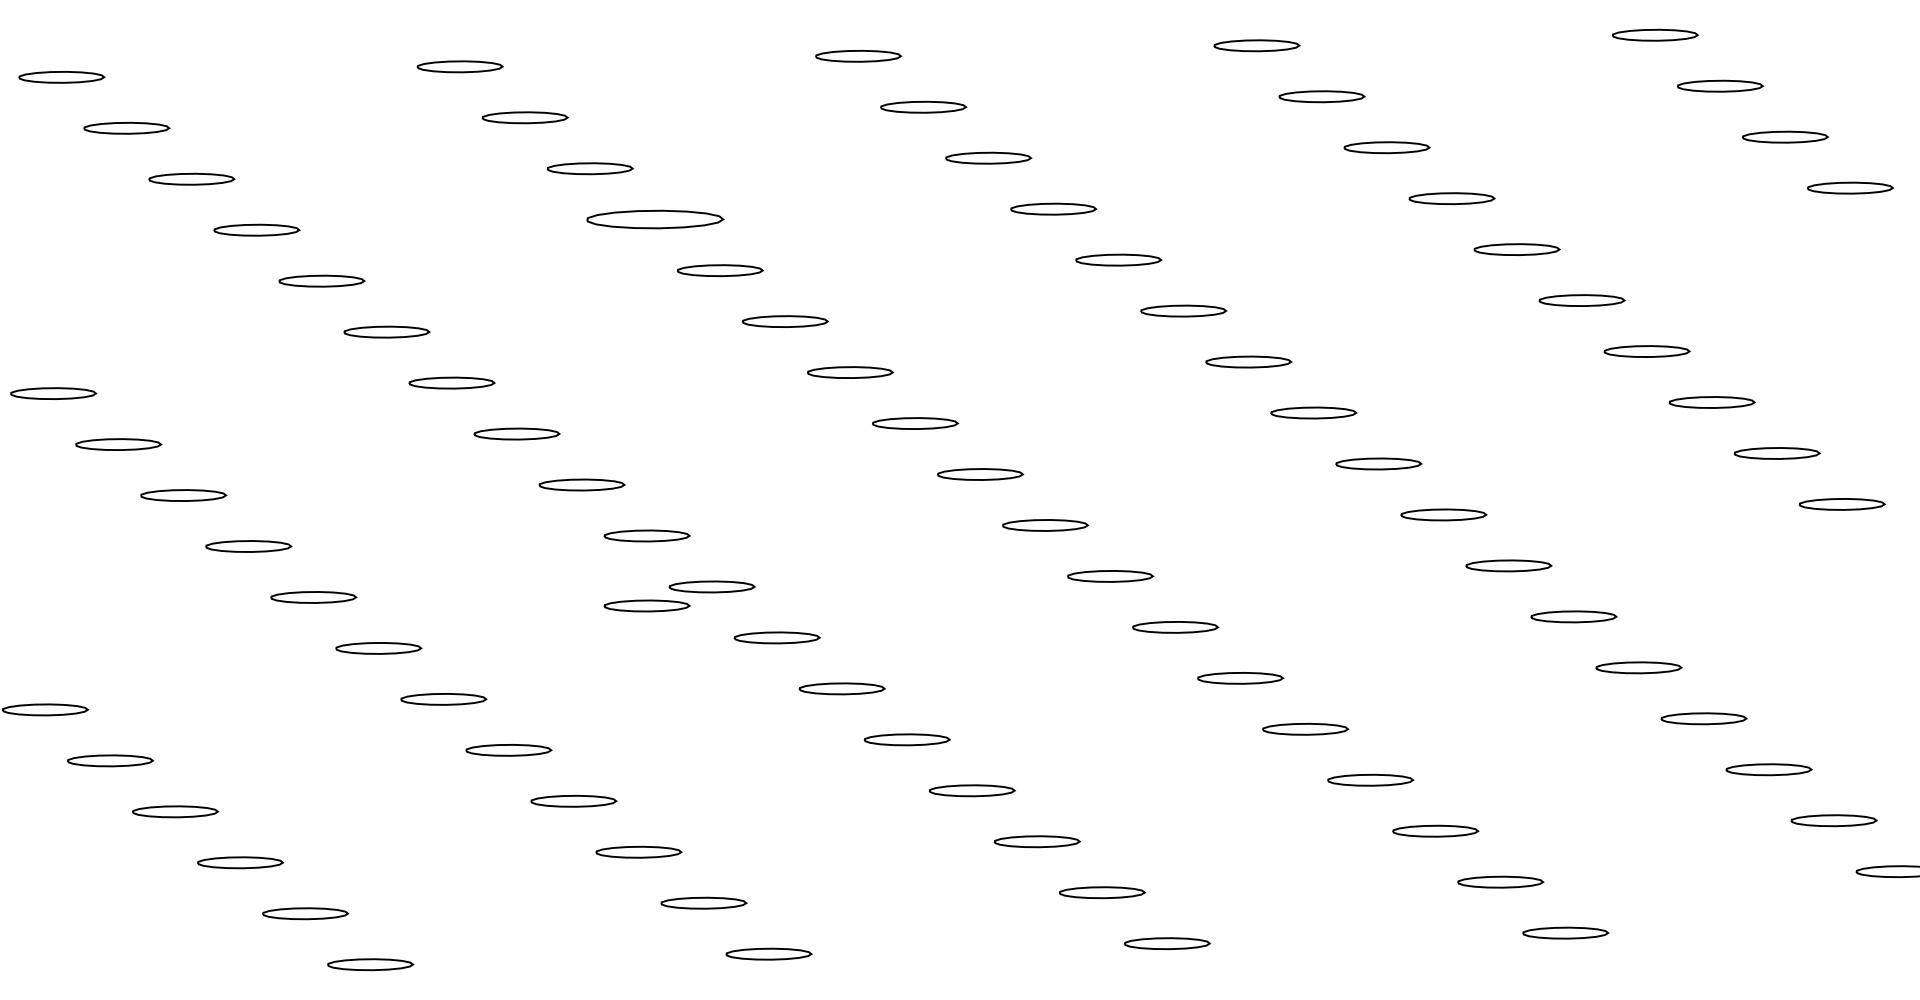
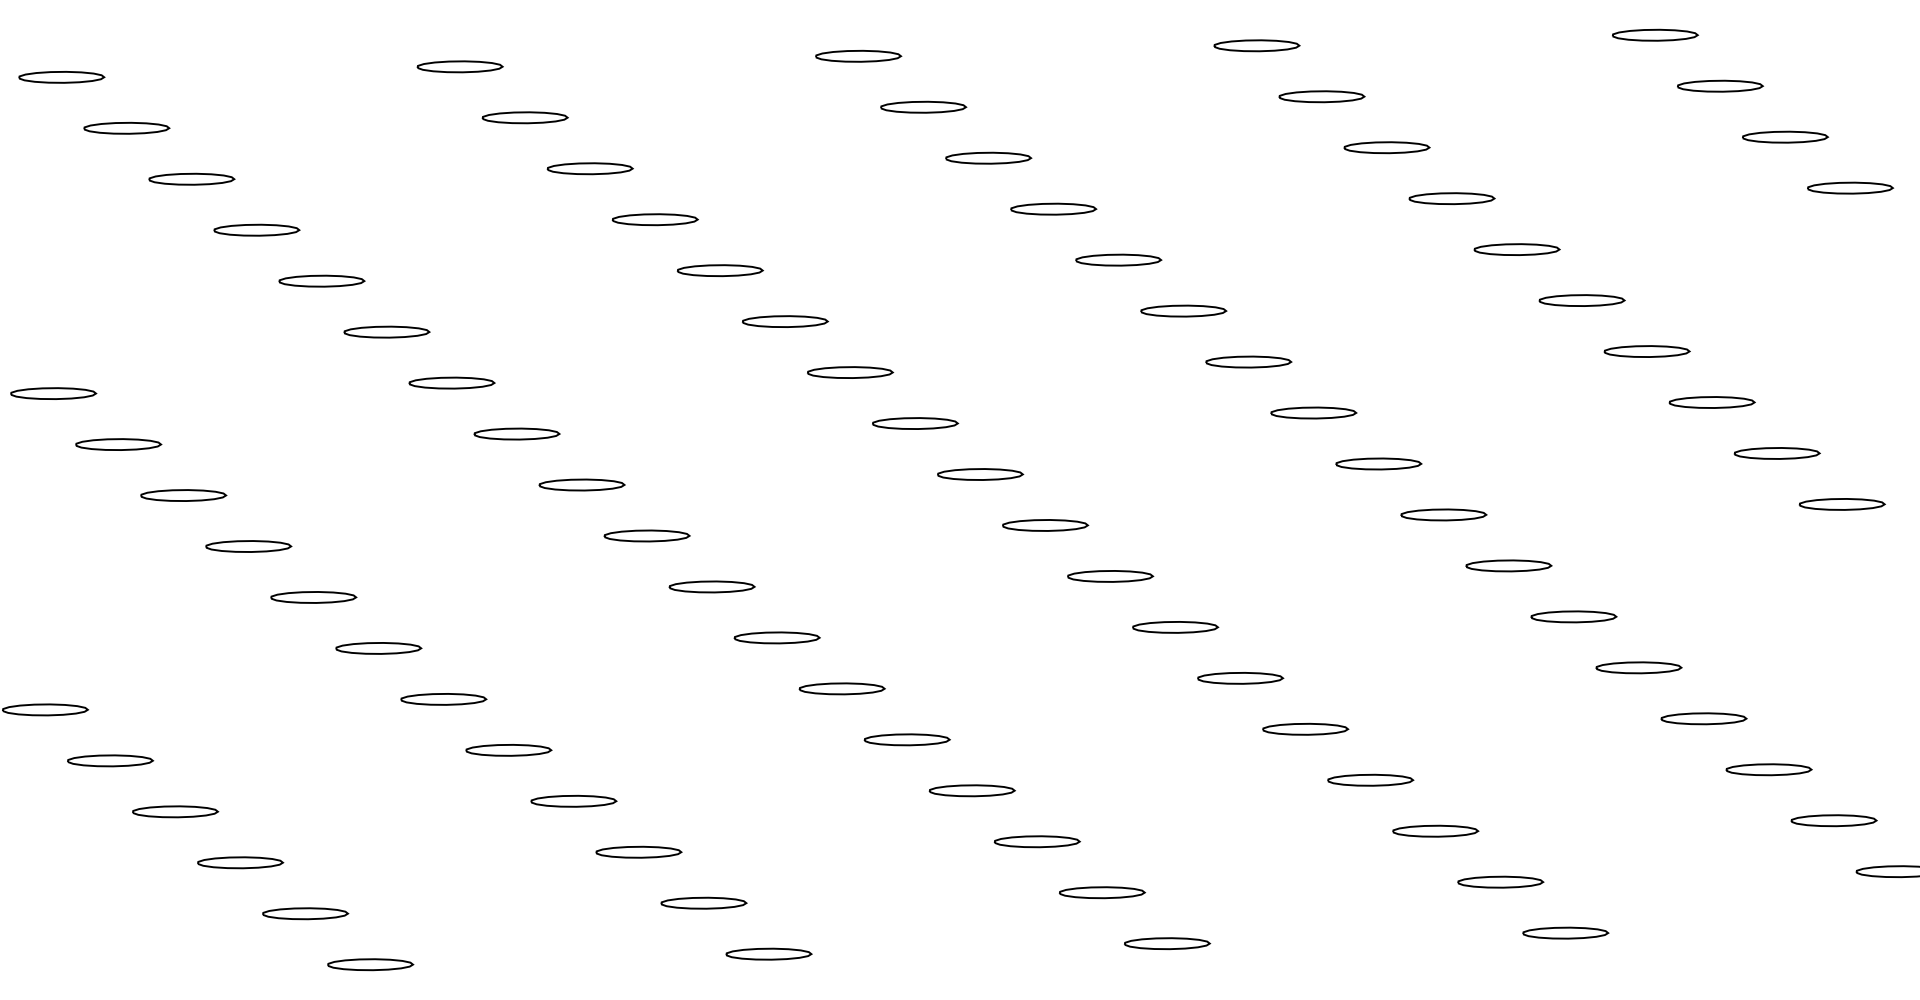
part at (655, 219) size: 139x21 px -> 88x14 px
part at (646, 605): present -> none
